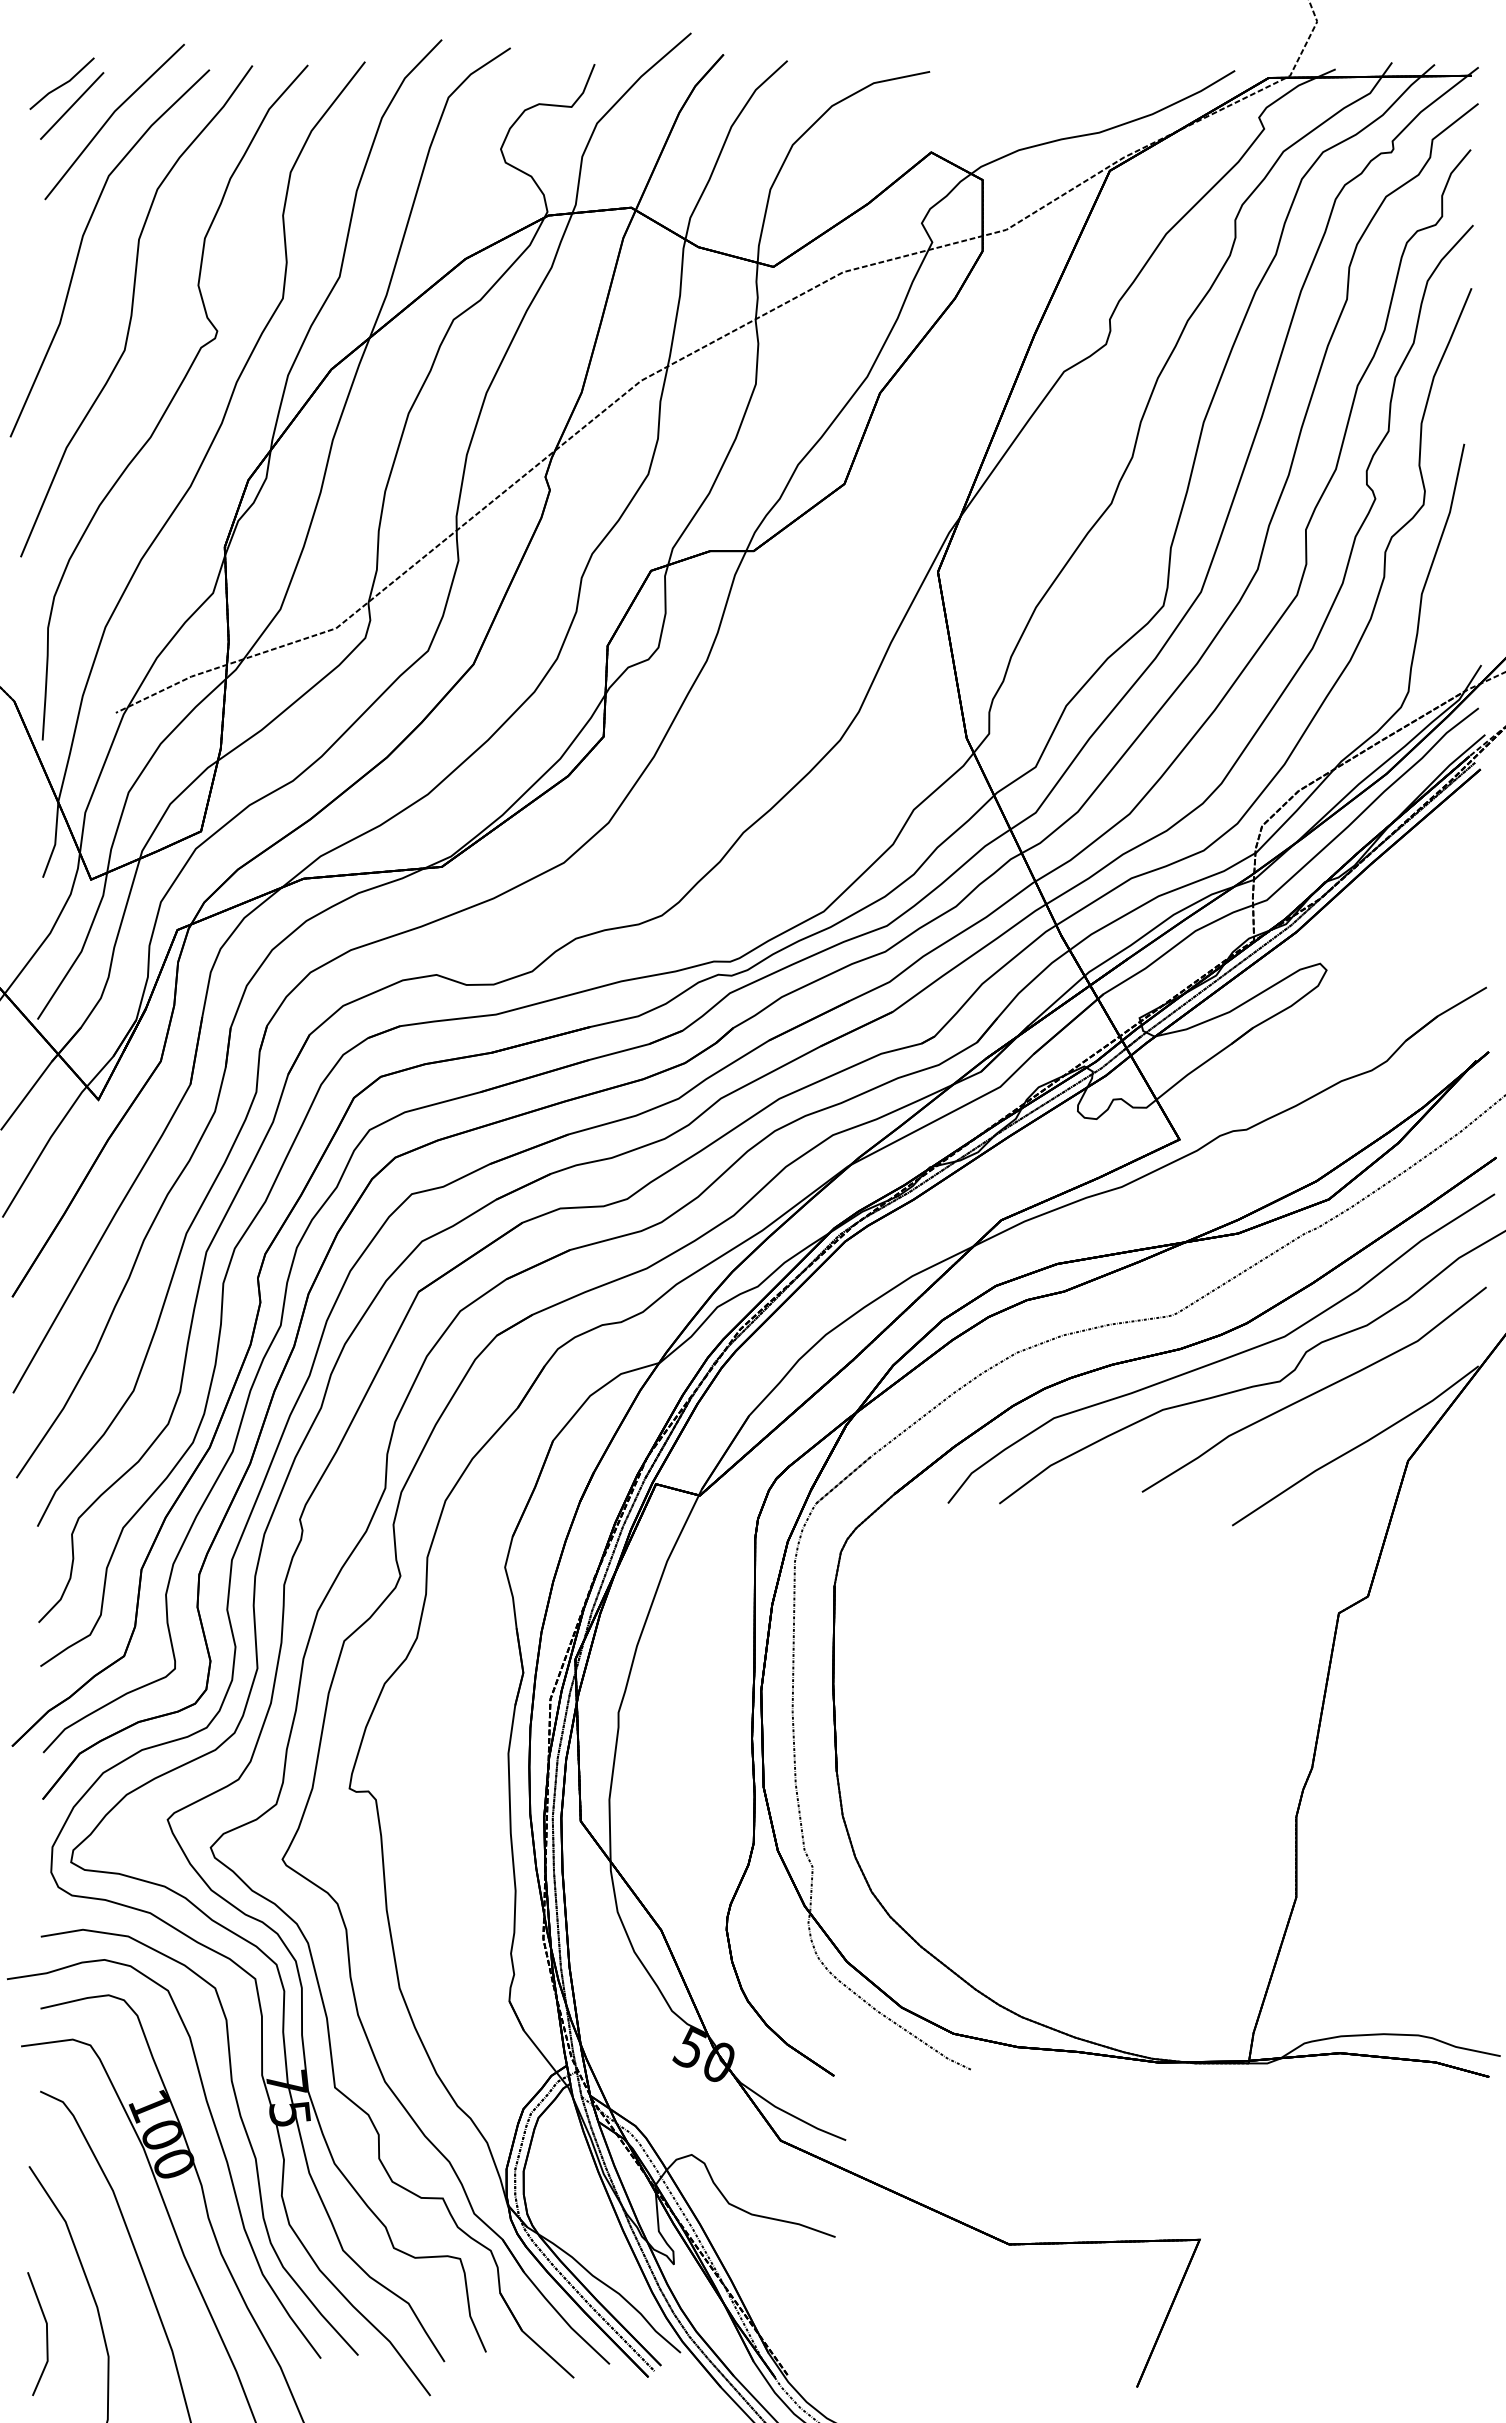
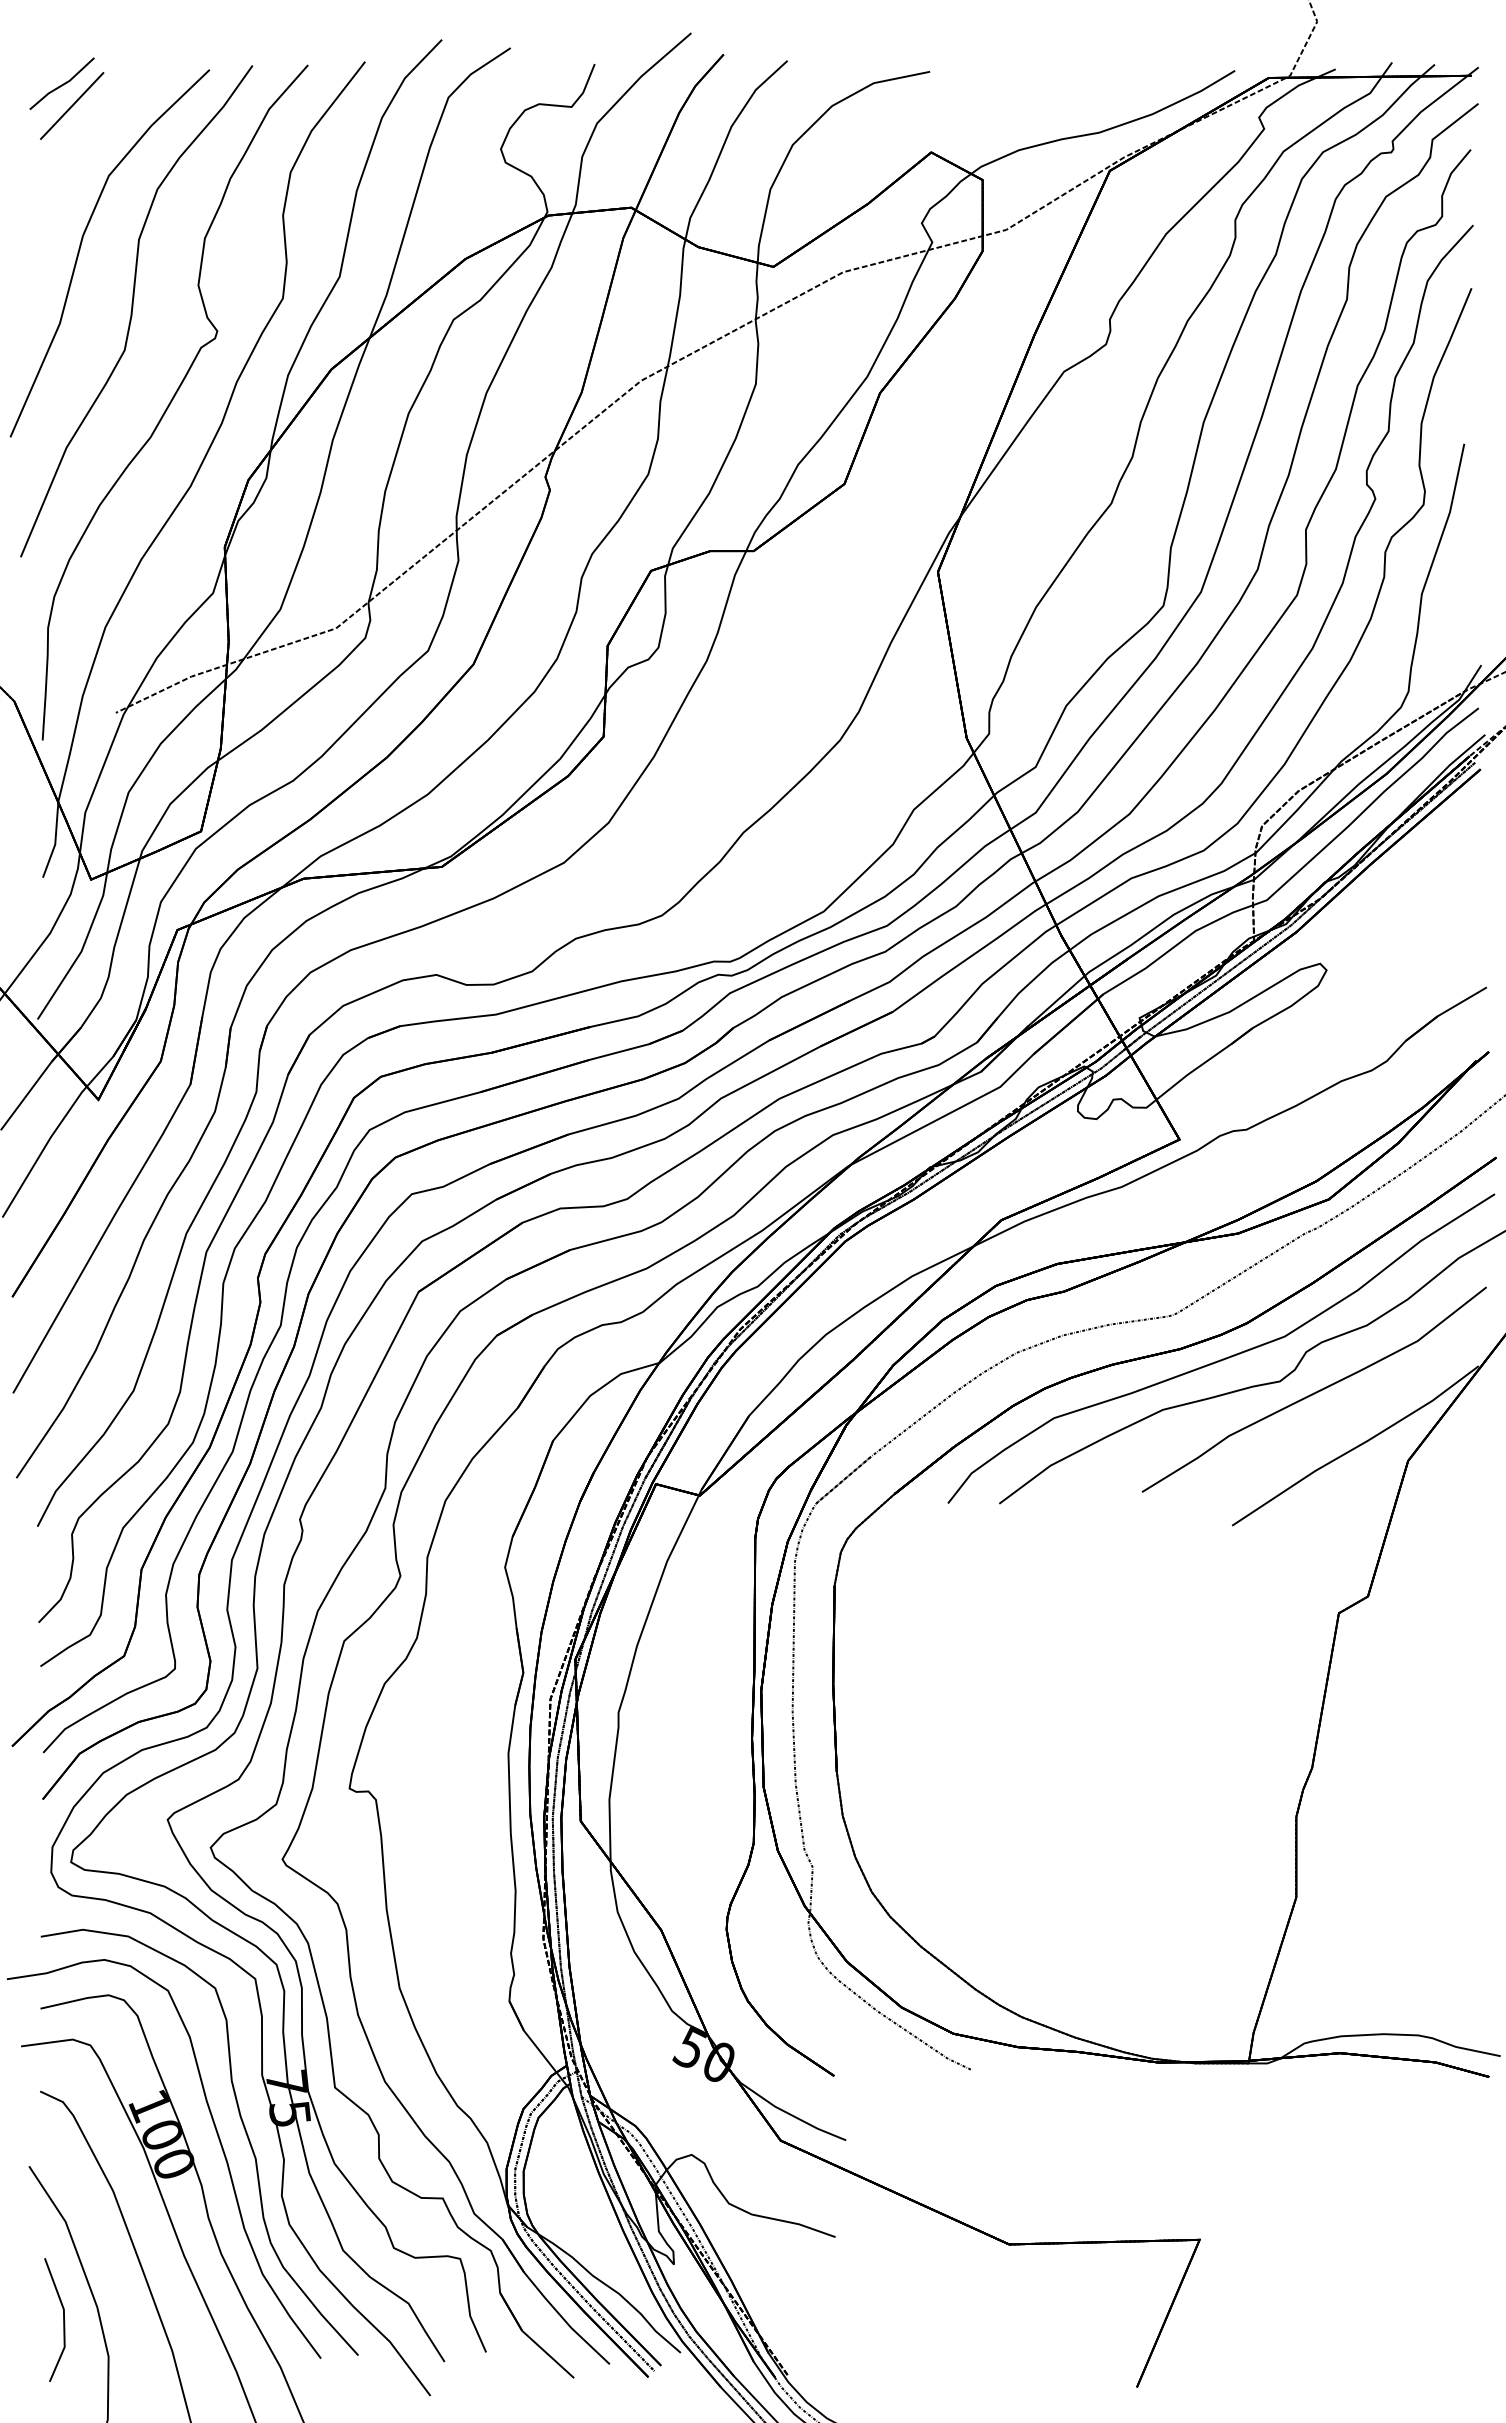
part at (114, 122): present -> none
line at (46, 2334) position: (46, 2334) -> (63, 2320)
